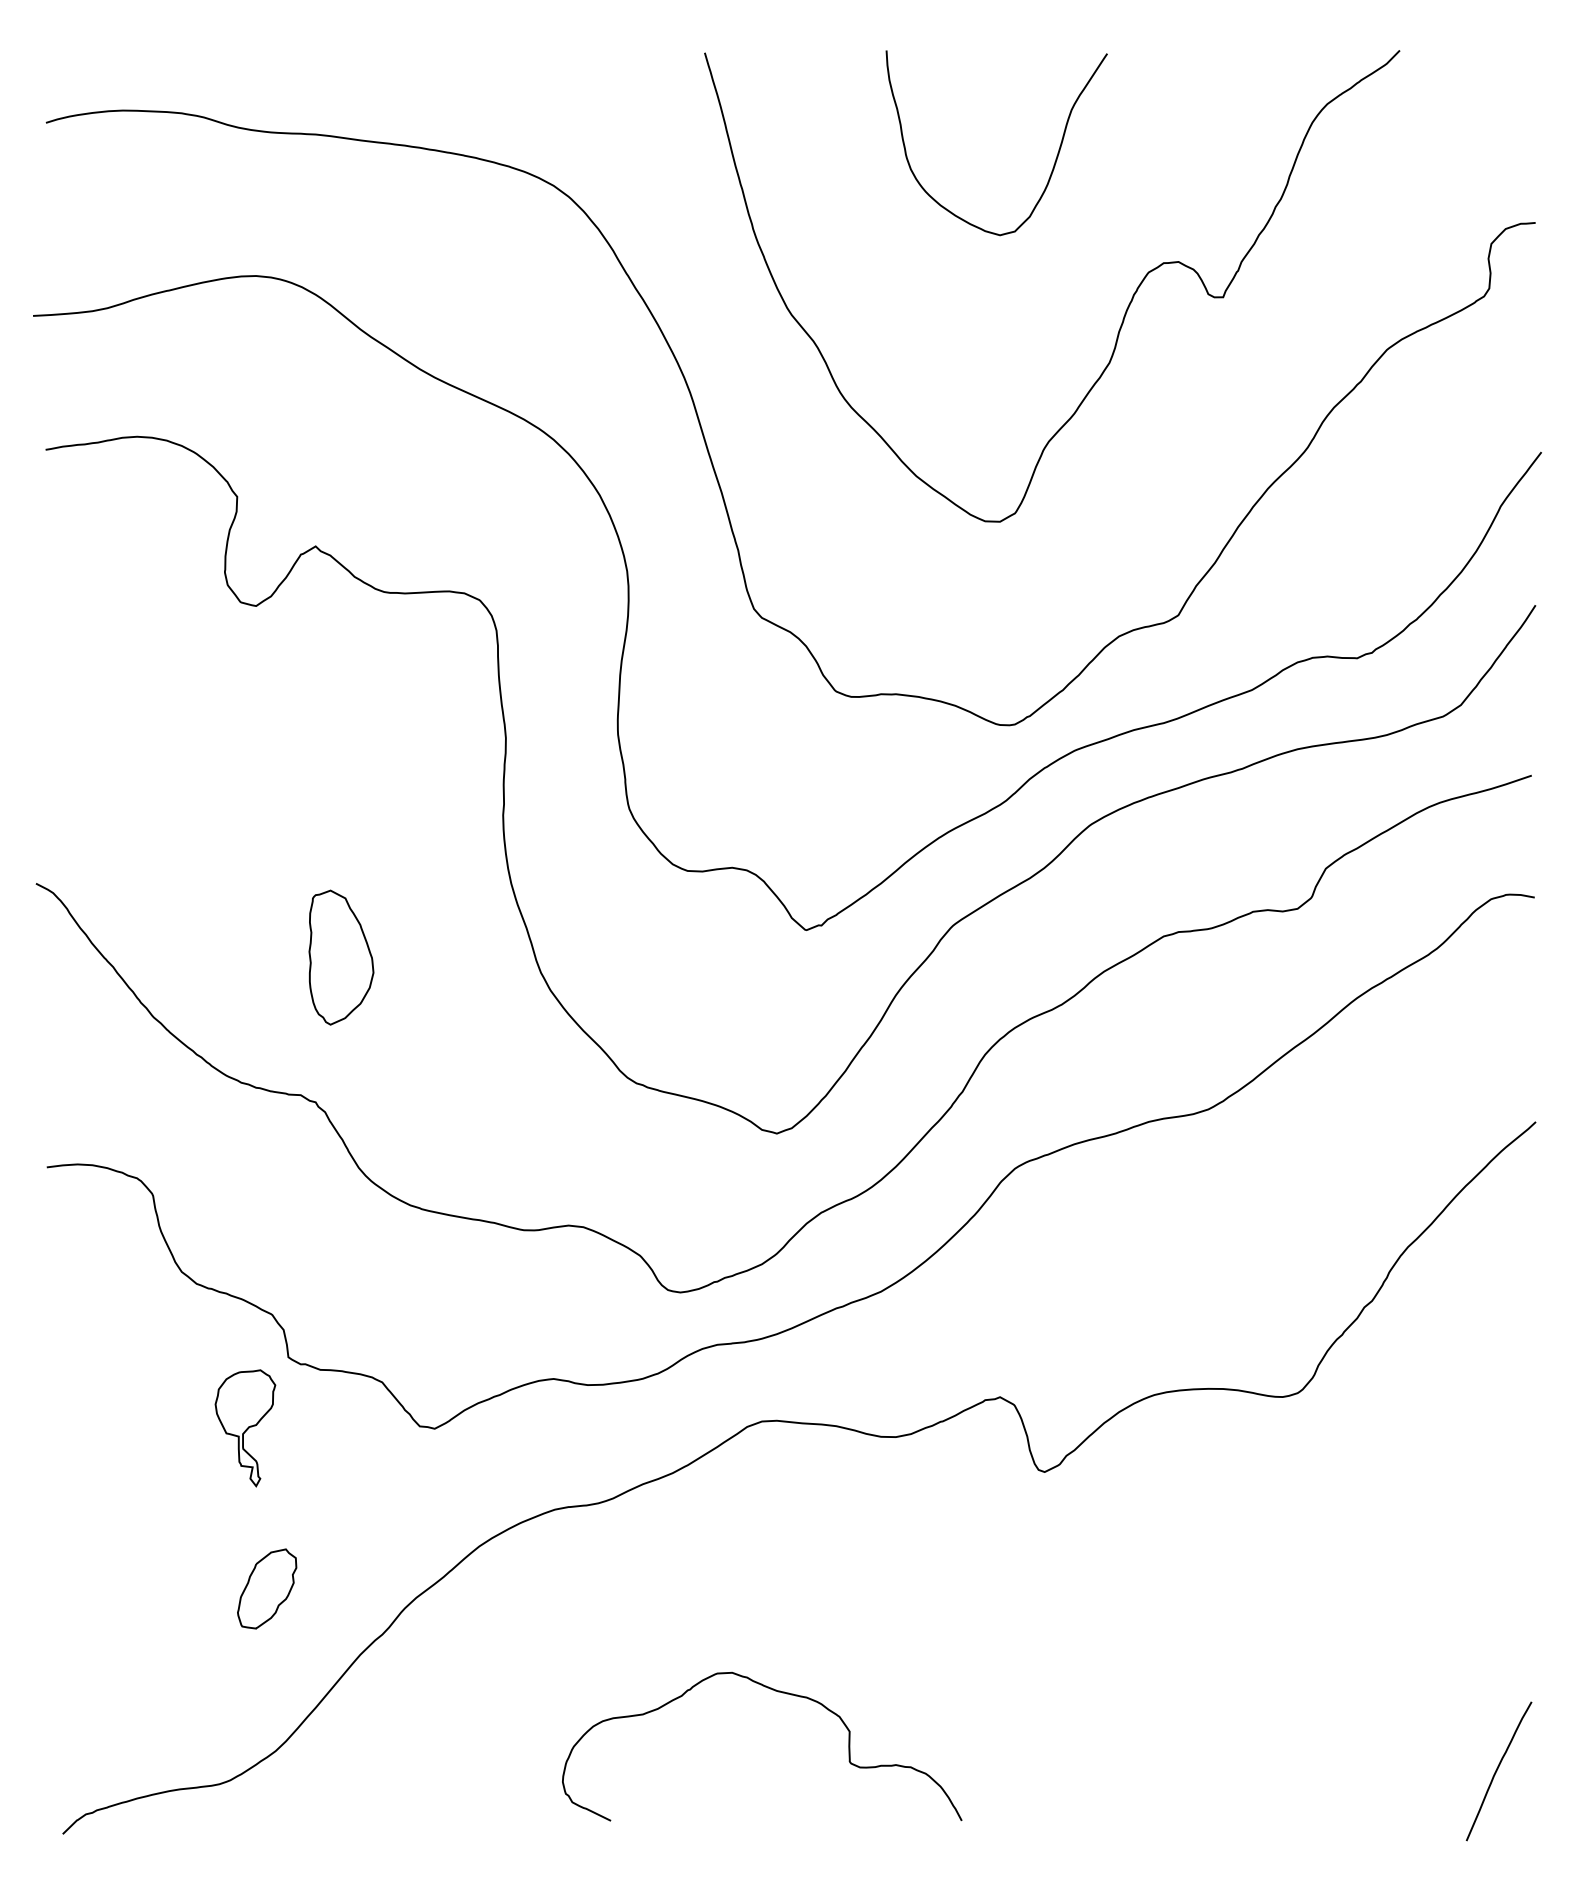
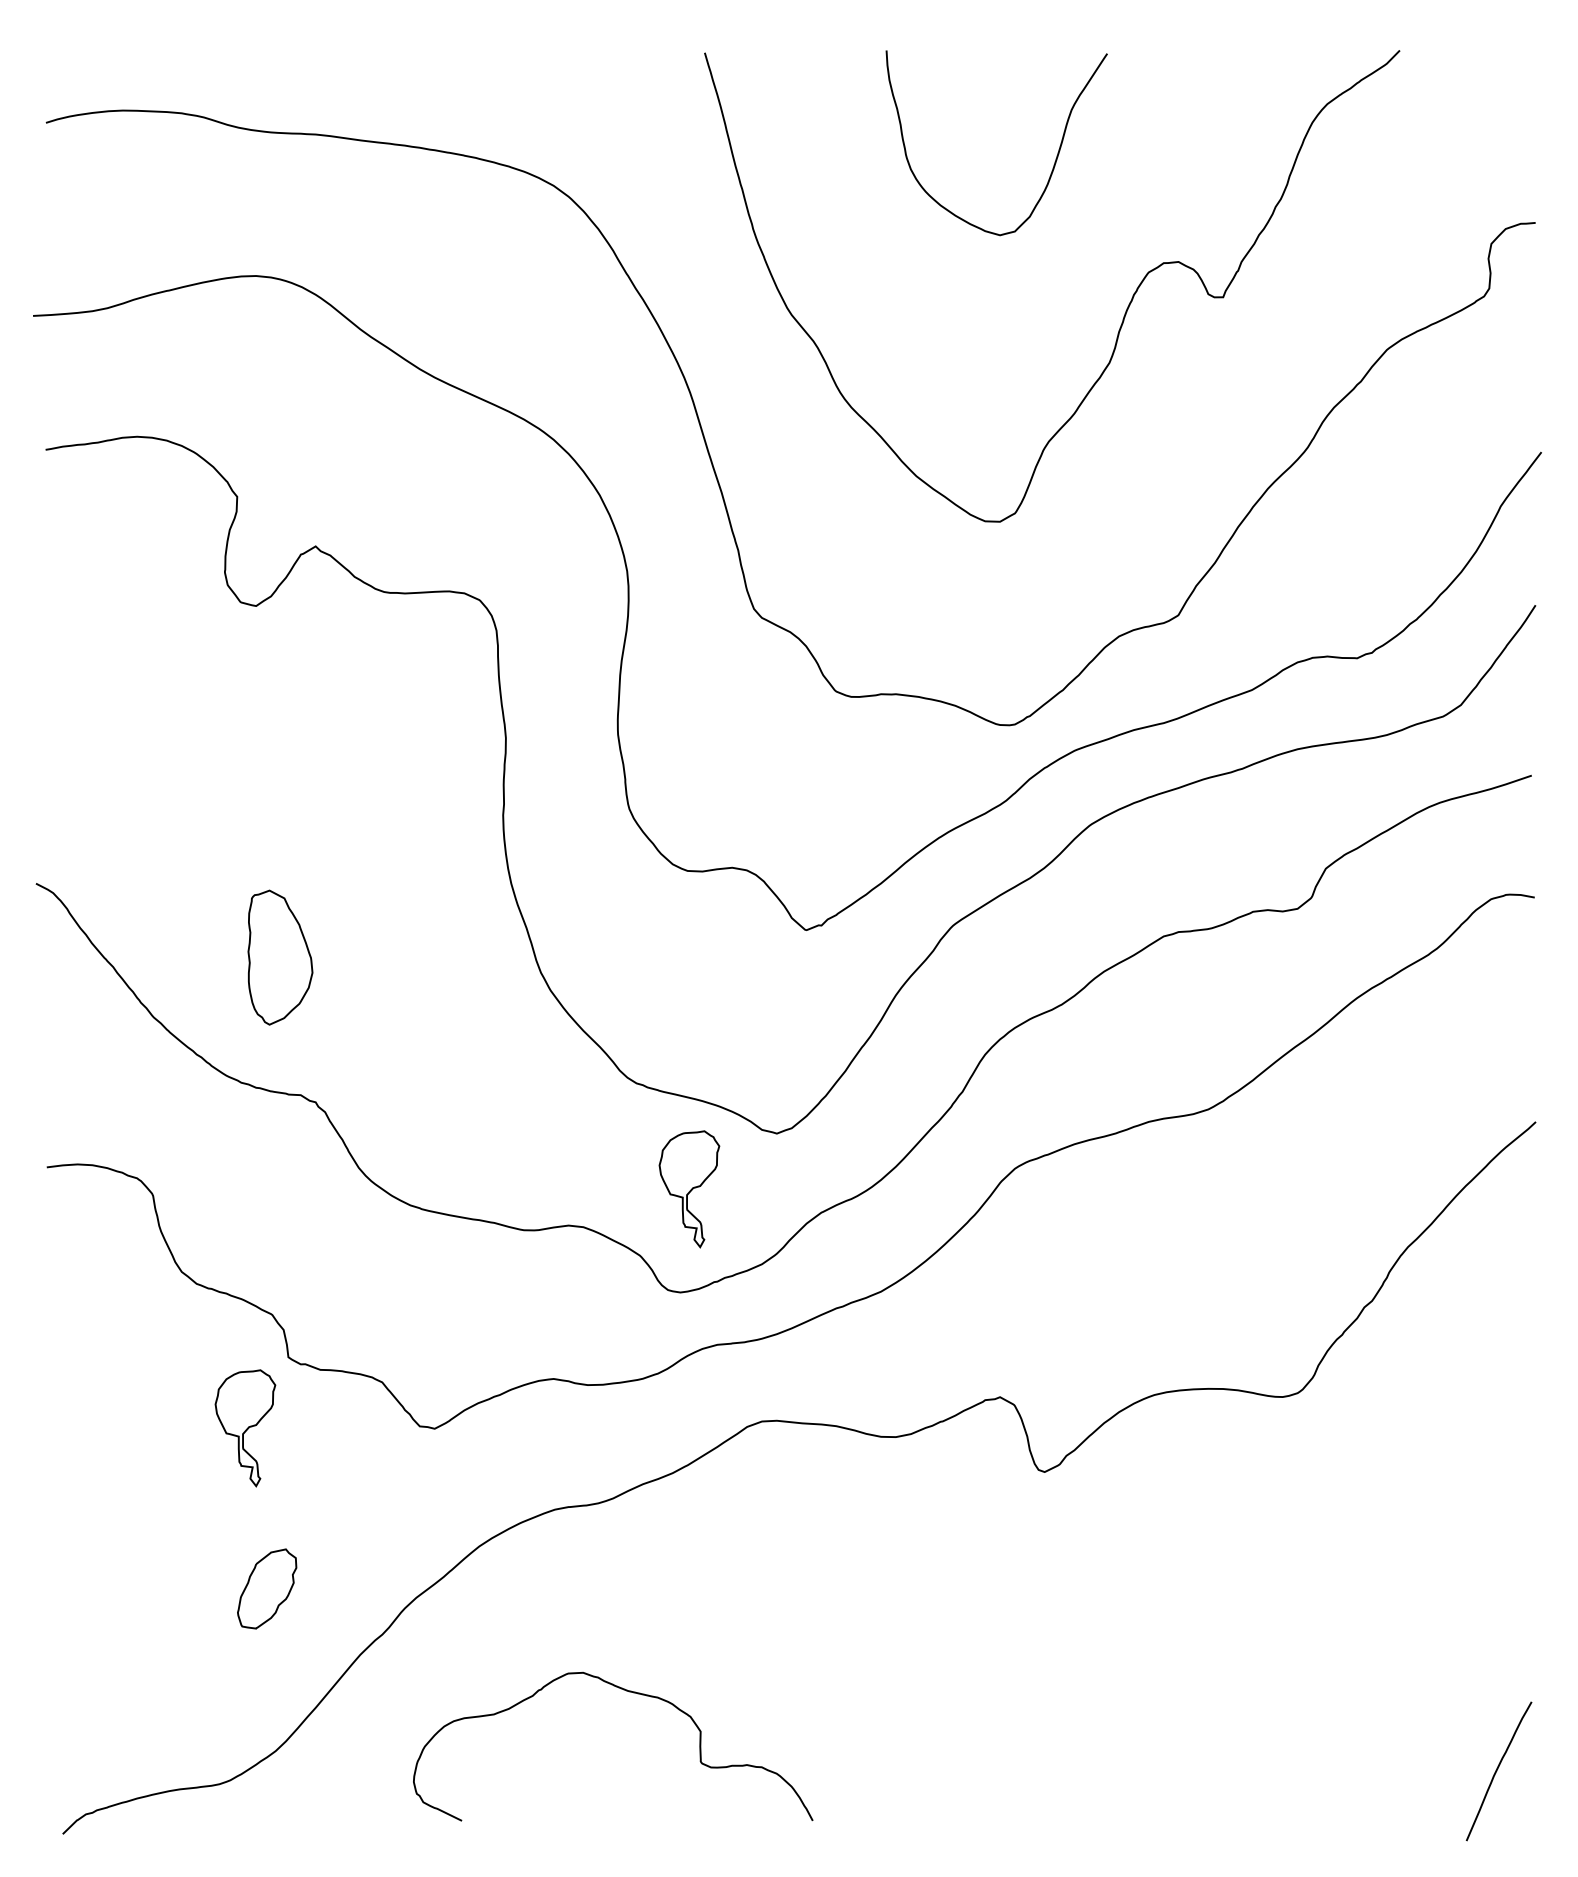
part at (341, 957) position: (341, 957) -> (280, 957)
part at (689, 1189): none -> present
curve at (778, 1692) position: (778, 1692) -> (629, 1692)
